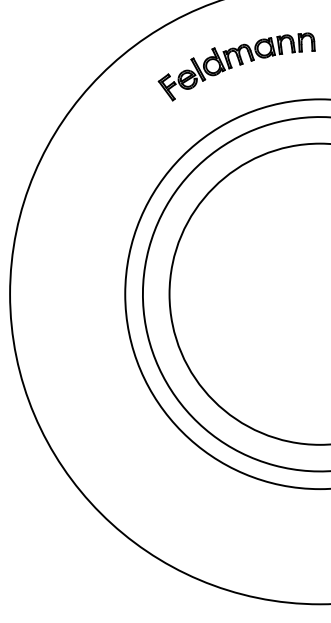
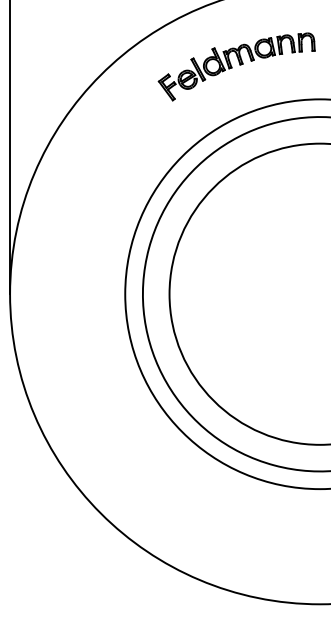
line at (10, 148): none -> present
